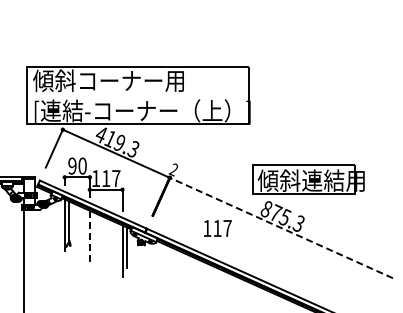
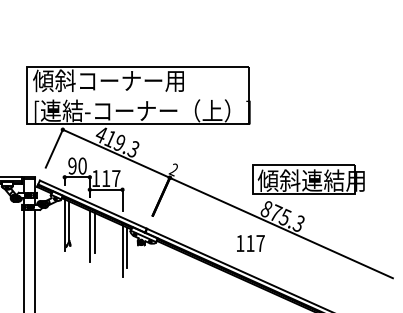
line at (281, 227): dashed -> solid
text at (217, 228) position: (217, 228) -> (250, 243)
line at (94, 232): none -> present
line at (89, 236): dashed -> solid
line at (35, 259): none -> present
